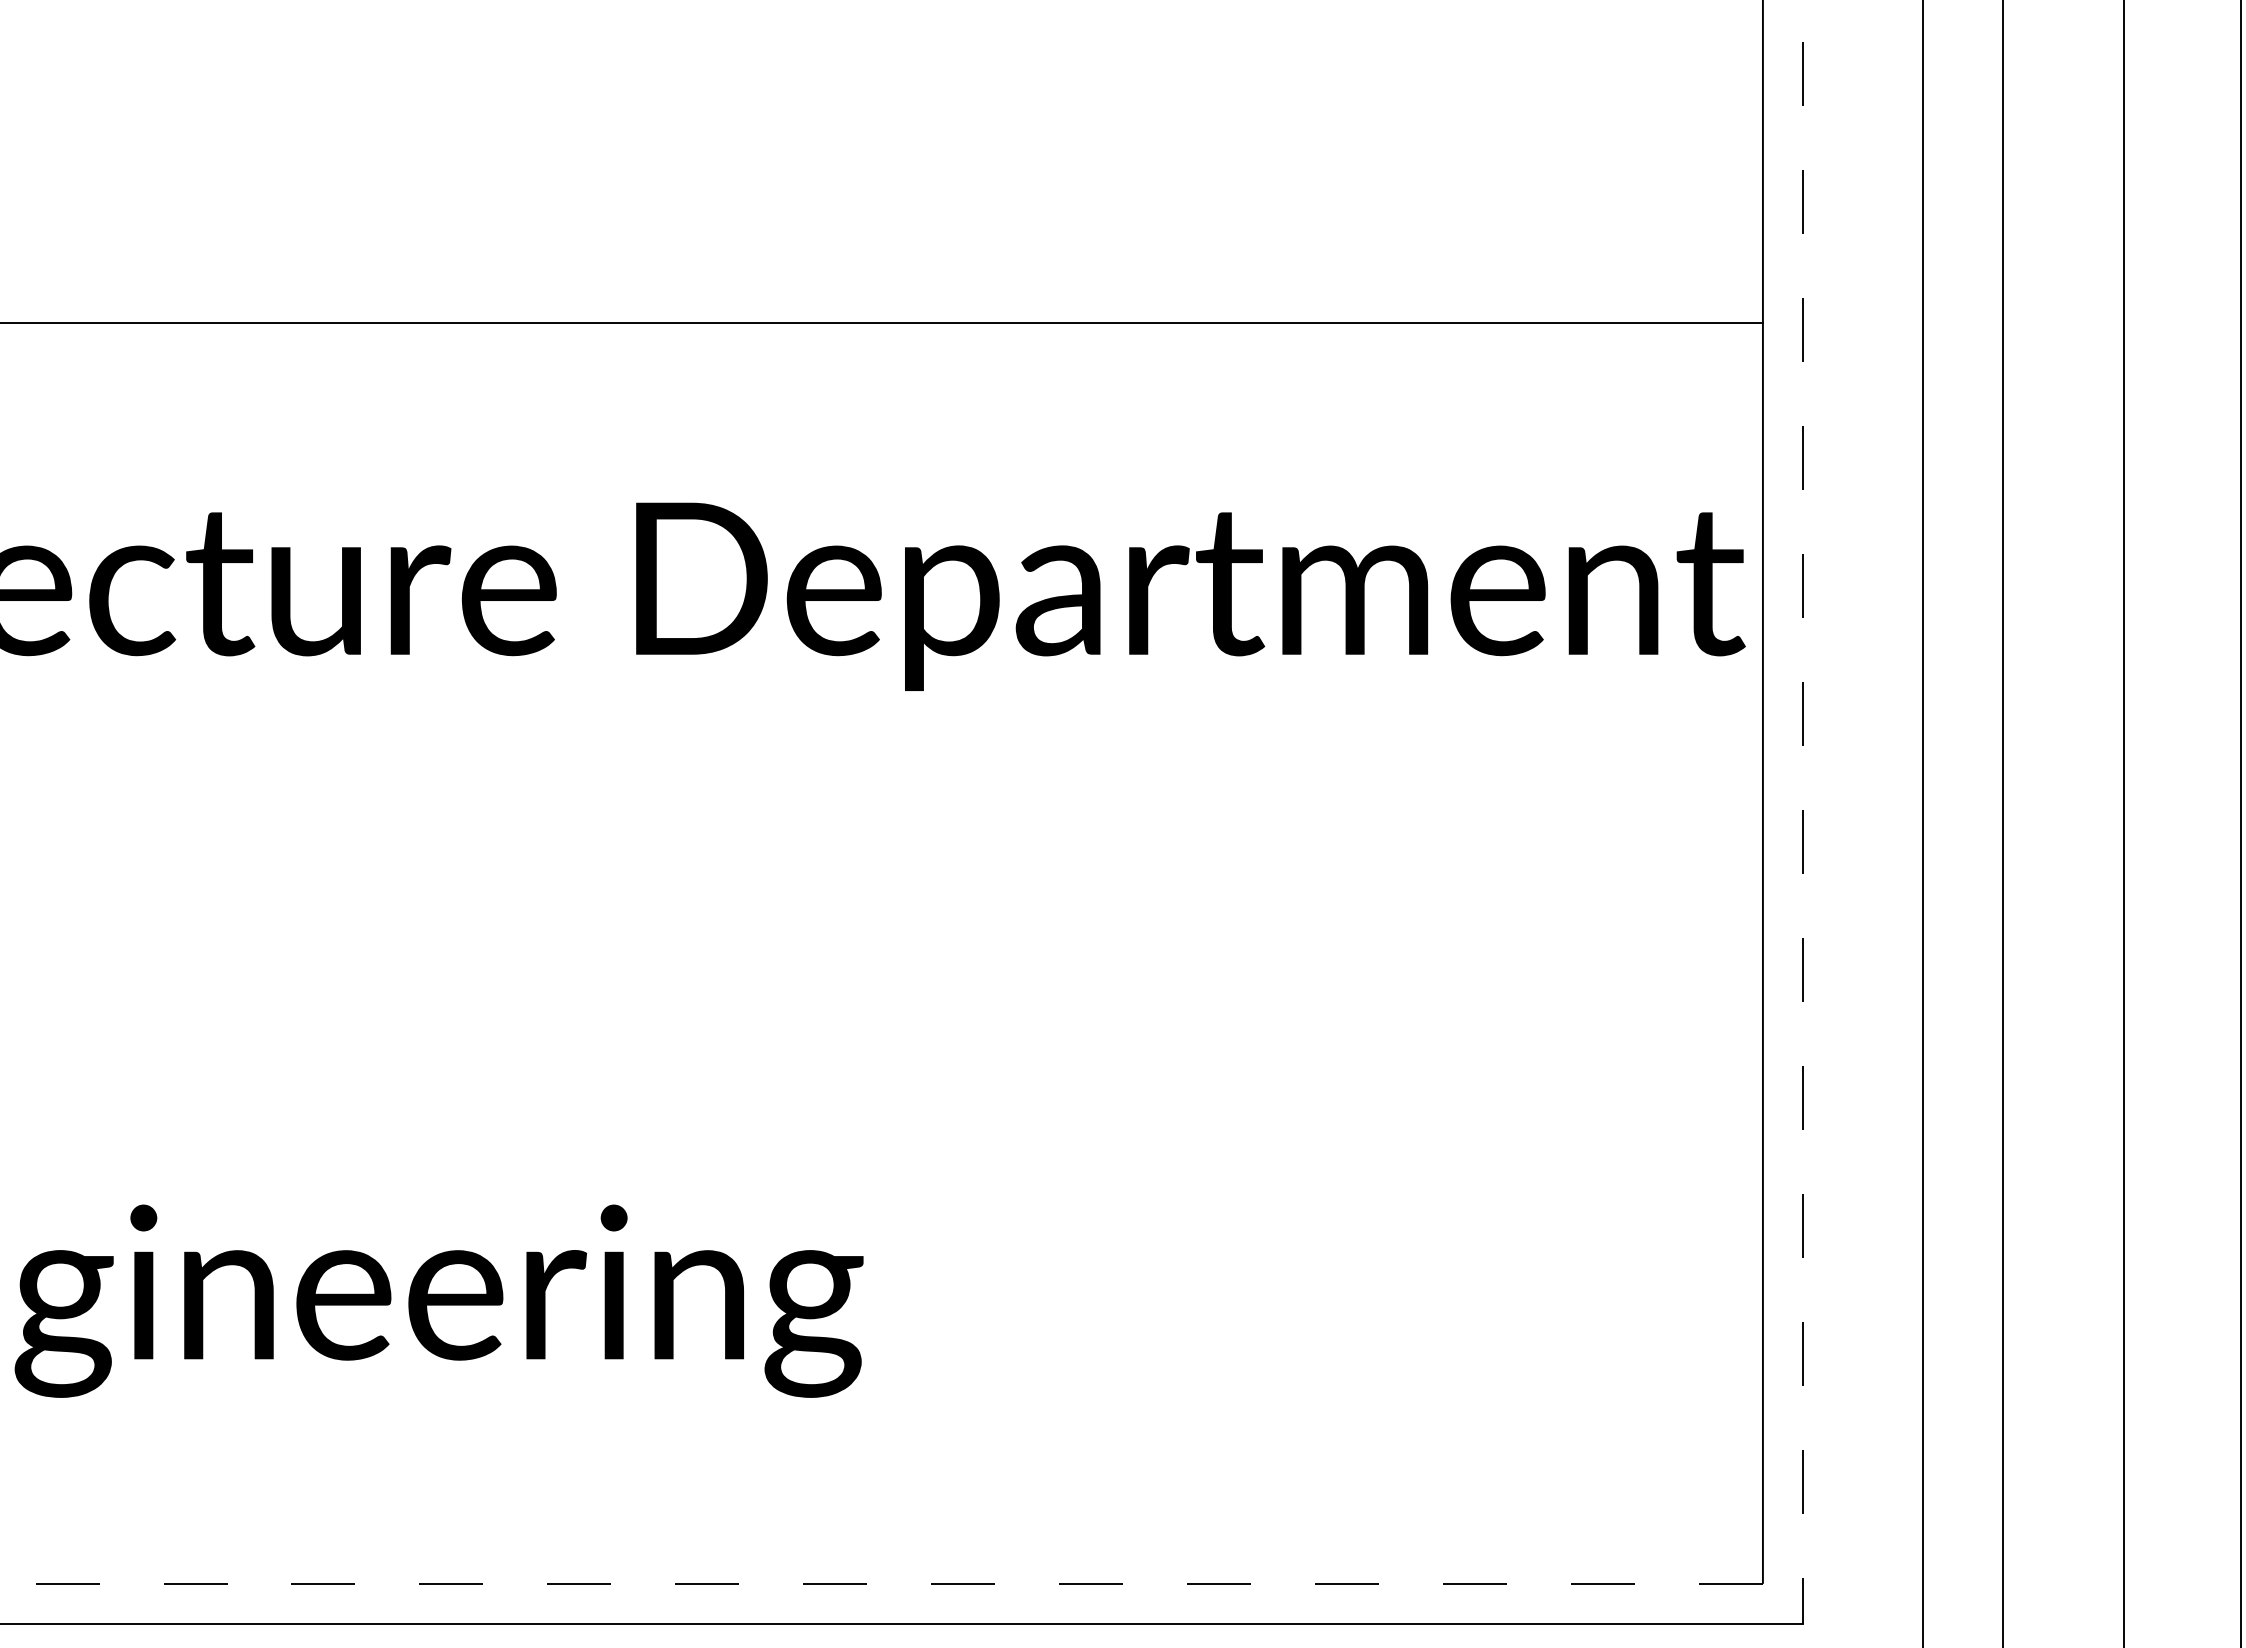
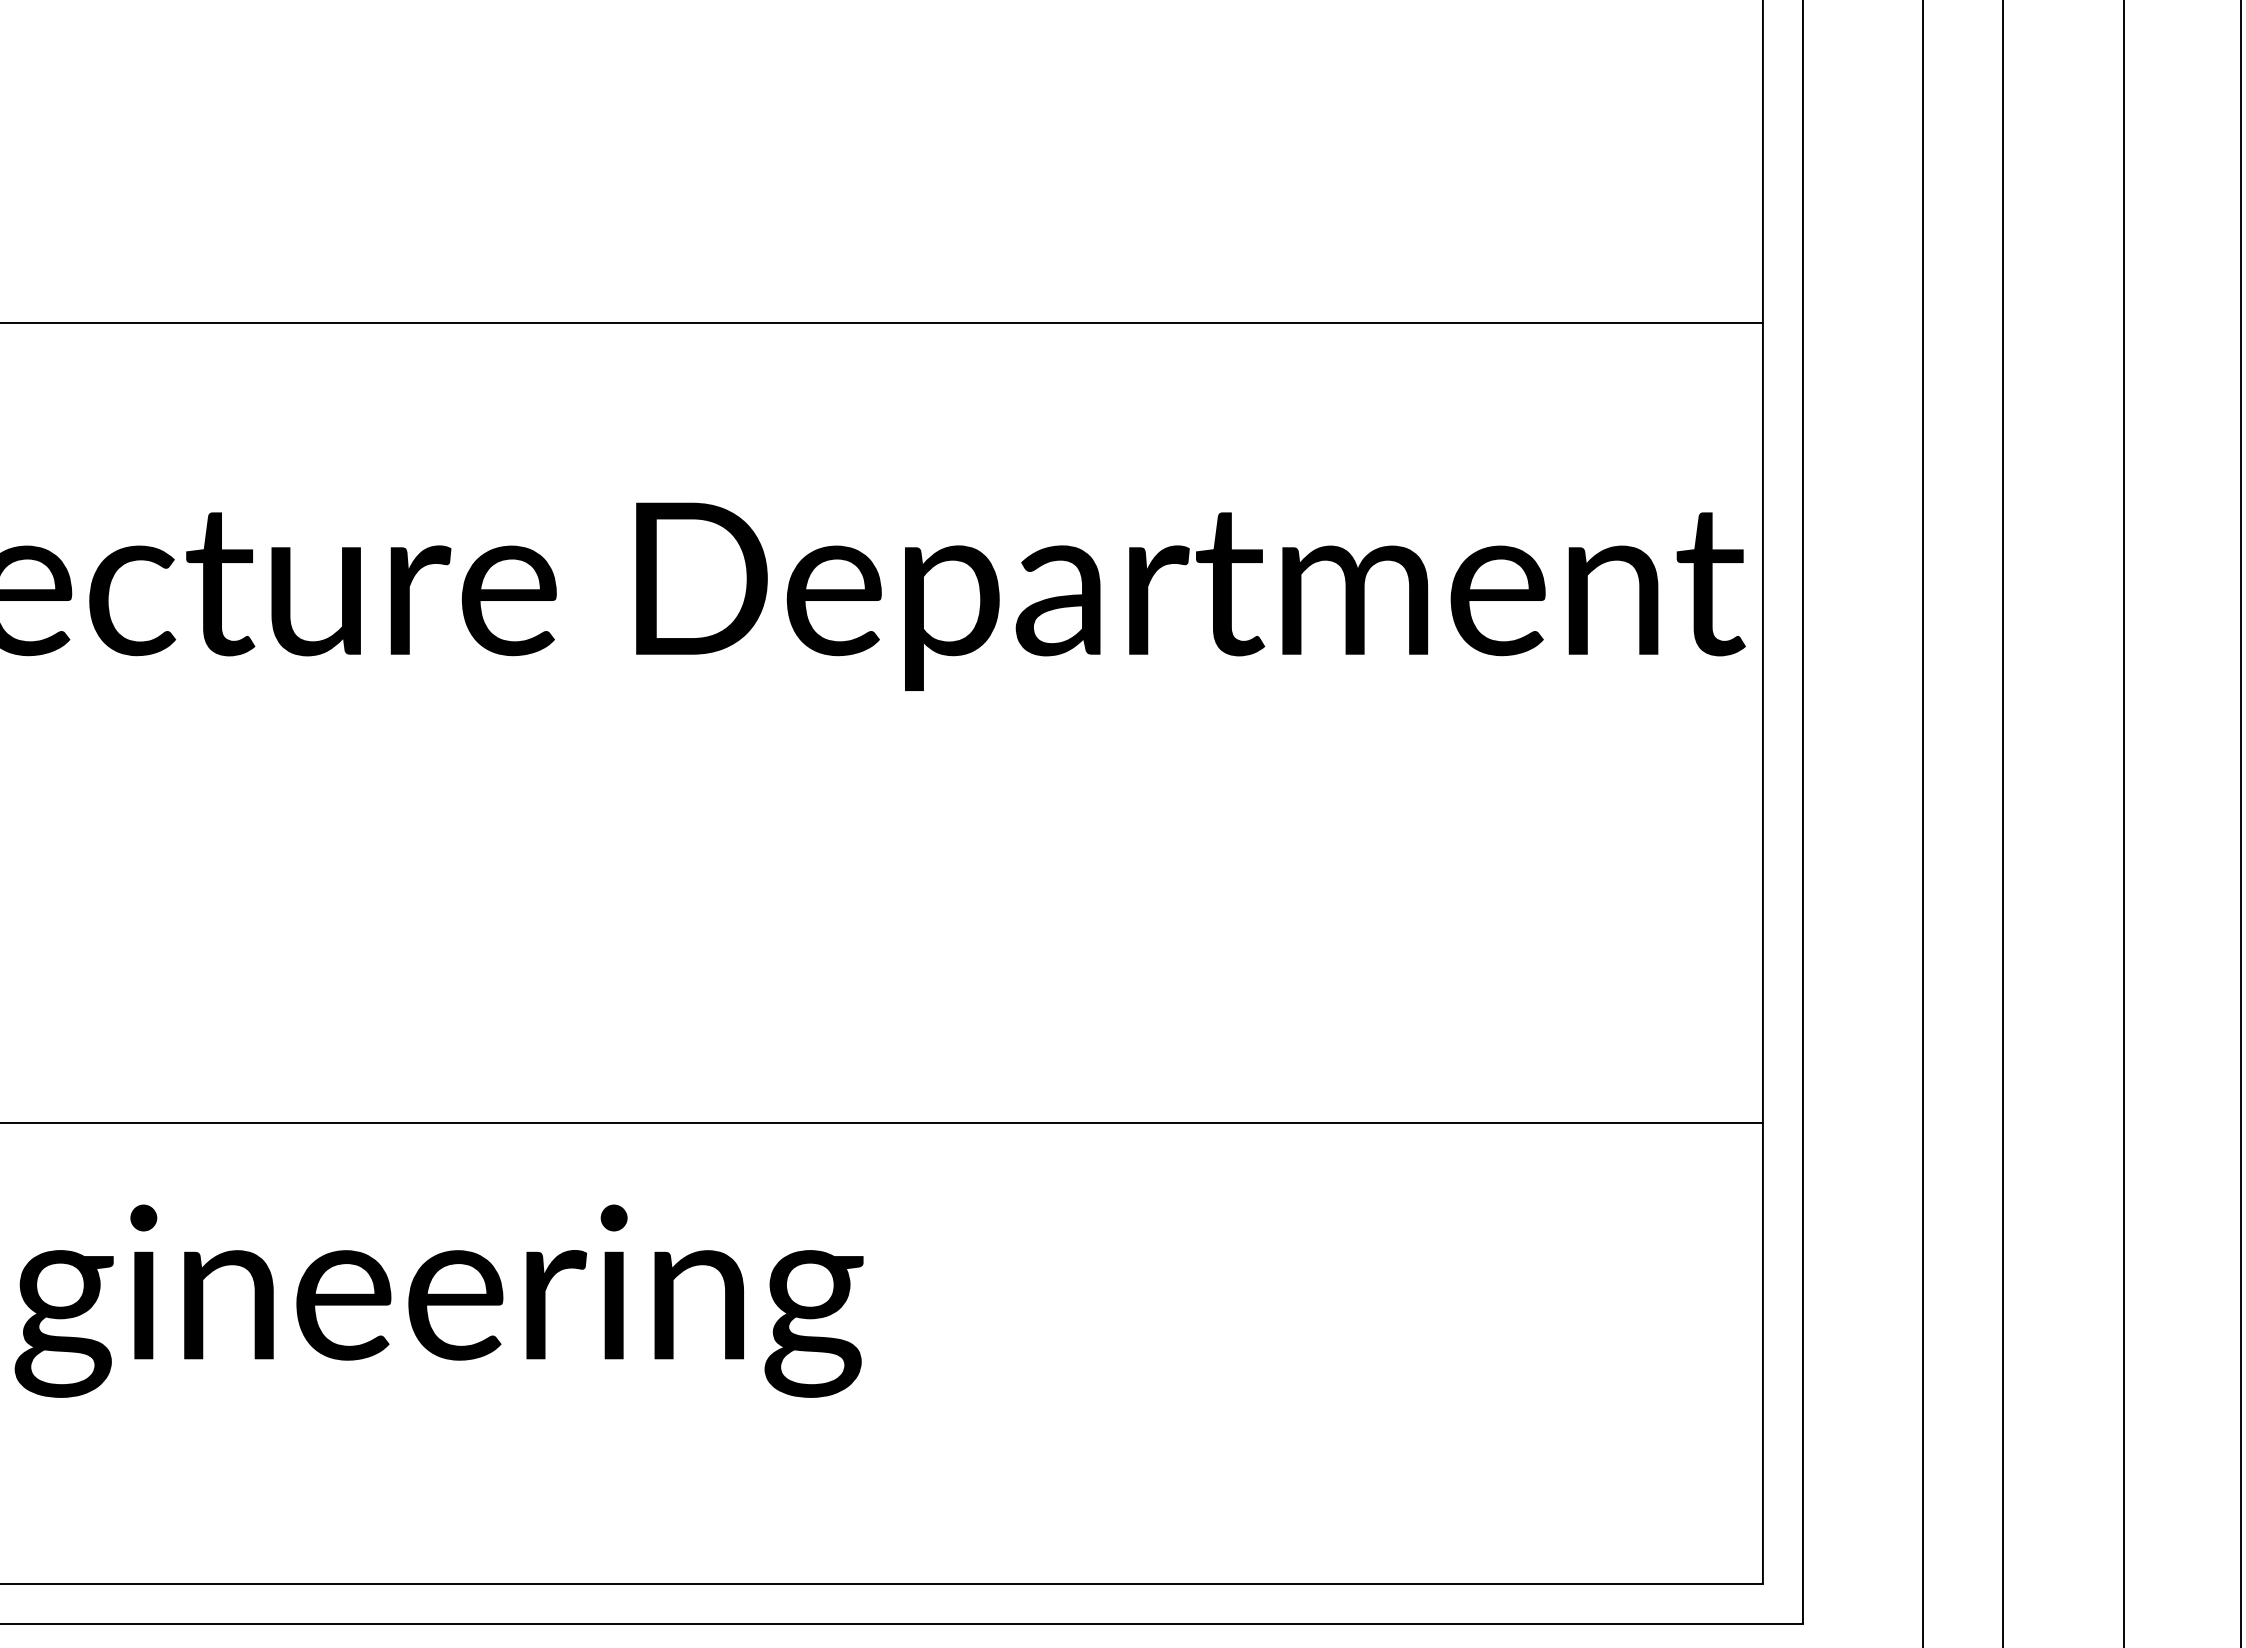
line at (1802, 812): dashed -> solid
line at (882, 1123): none -> present
line at (881, 1583): dashed -> solid
